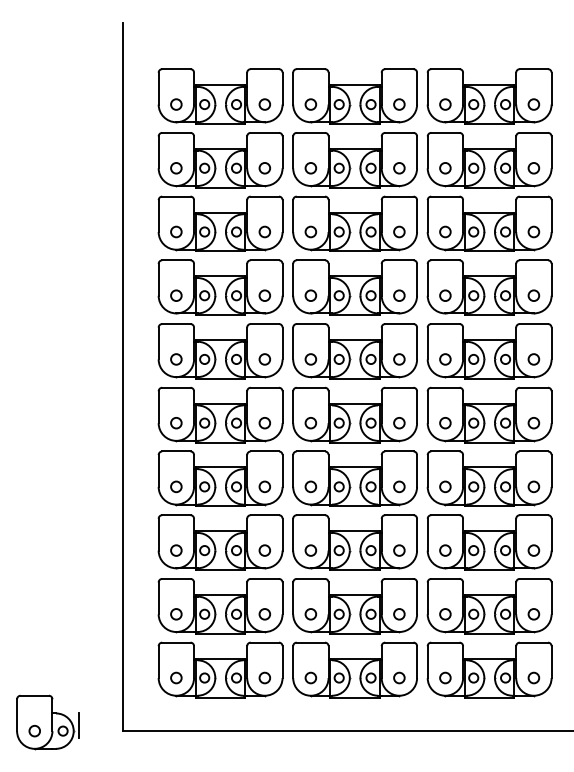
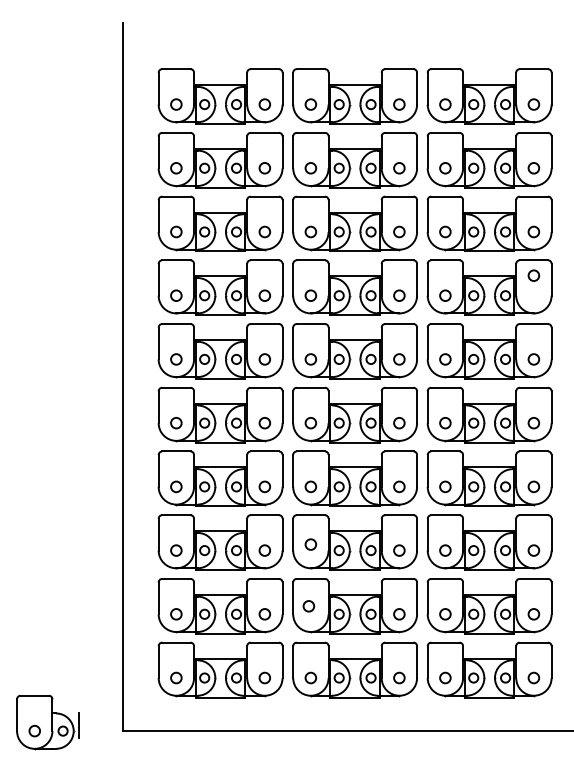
circle at (533, 295) position: (533, 295) -> (533, 275)
circle at (310, 550) position: (310, 550) -> (310, 544)
circle at (310, 614) position: (310, 614) -> (308, 606)
